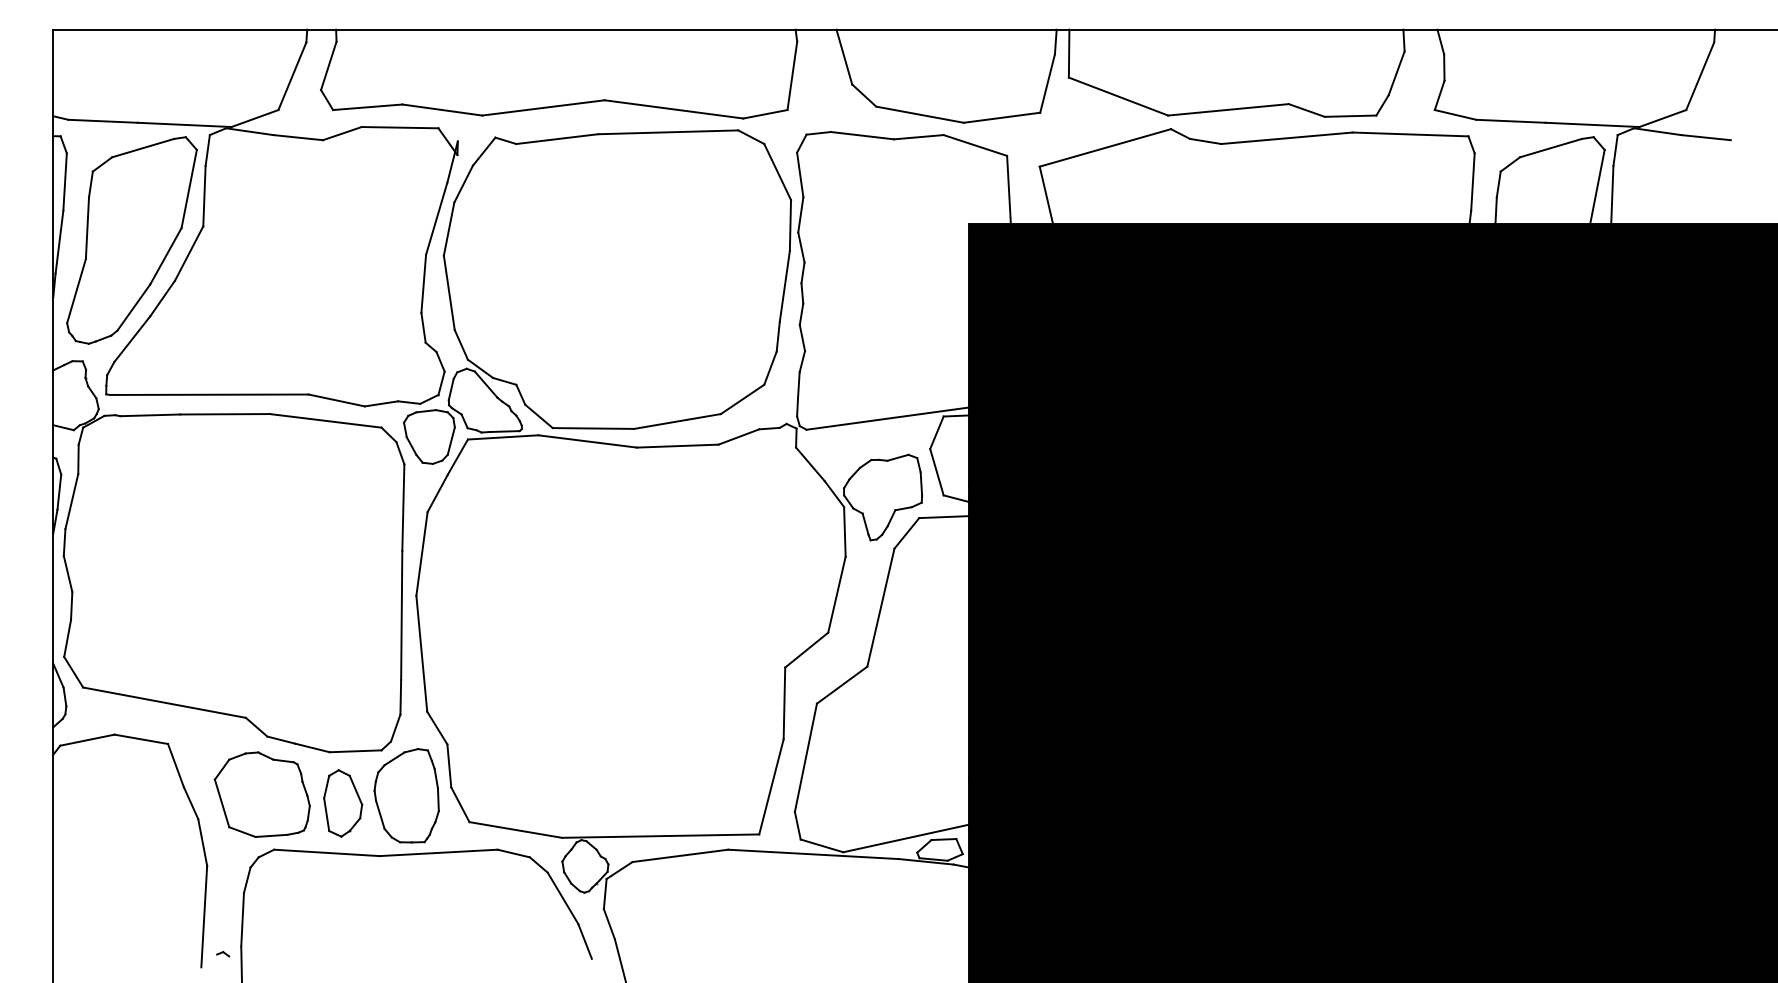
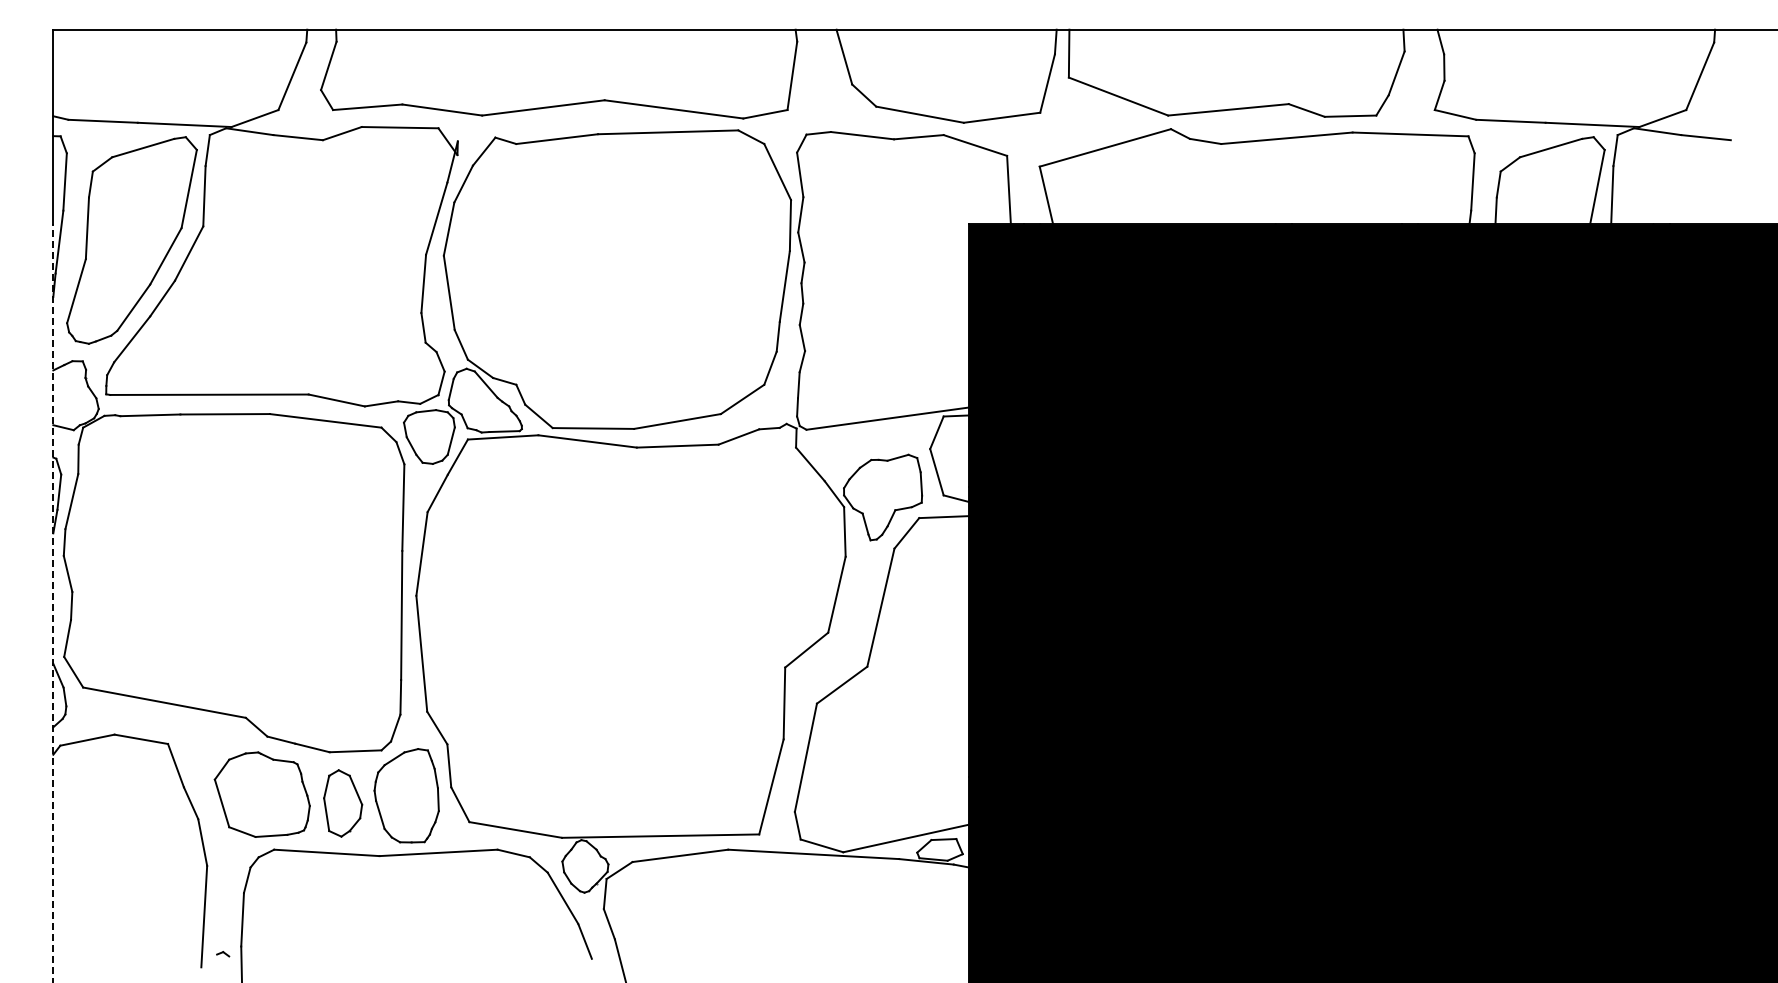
line at (53, 603): solid -> dashed
